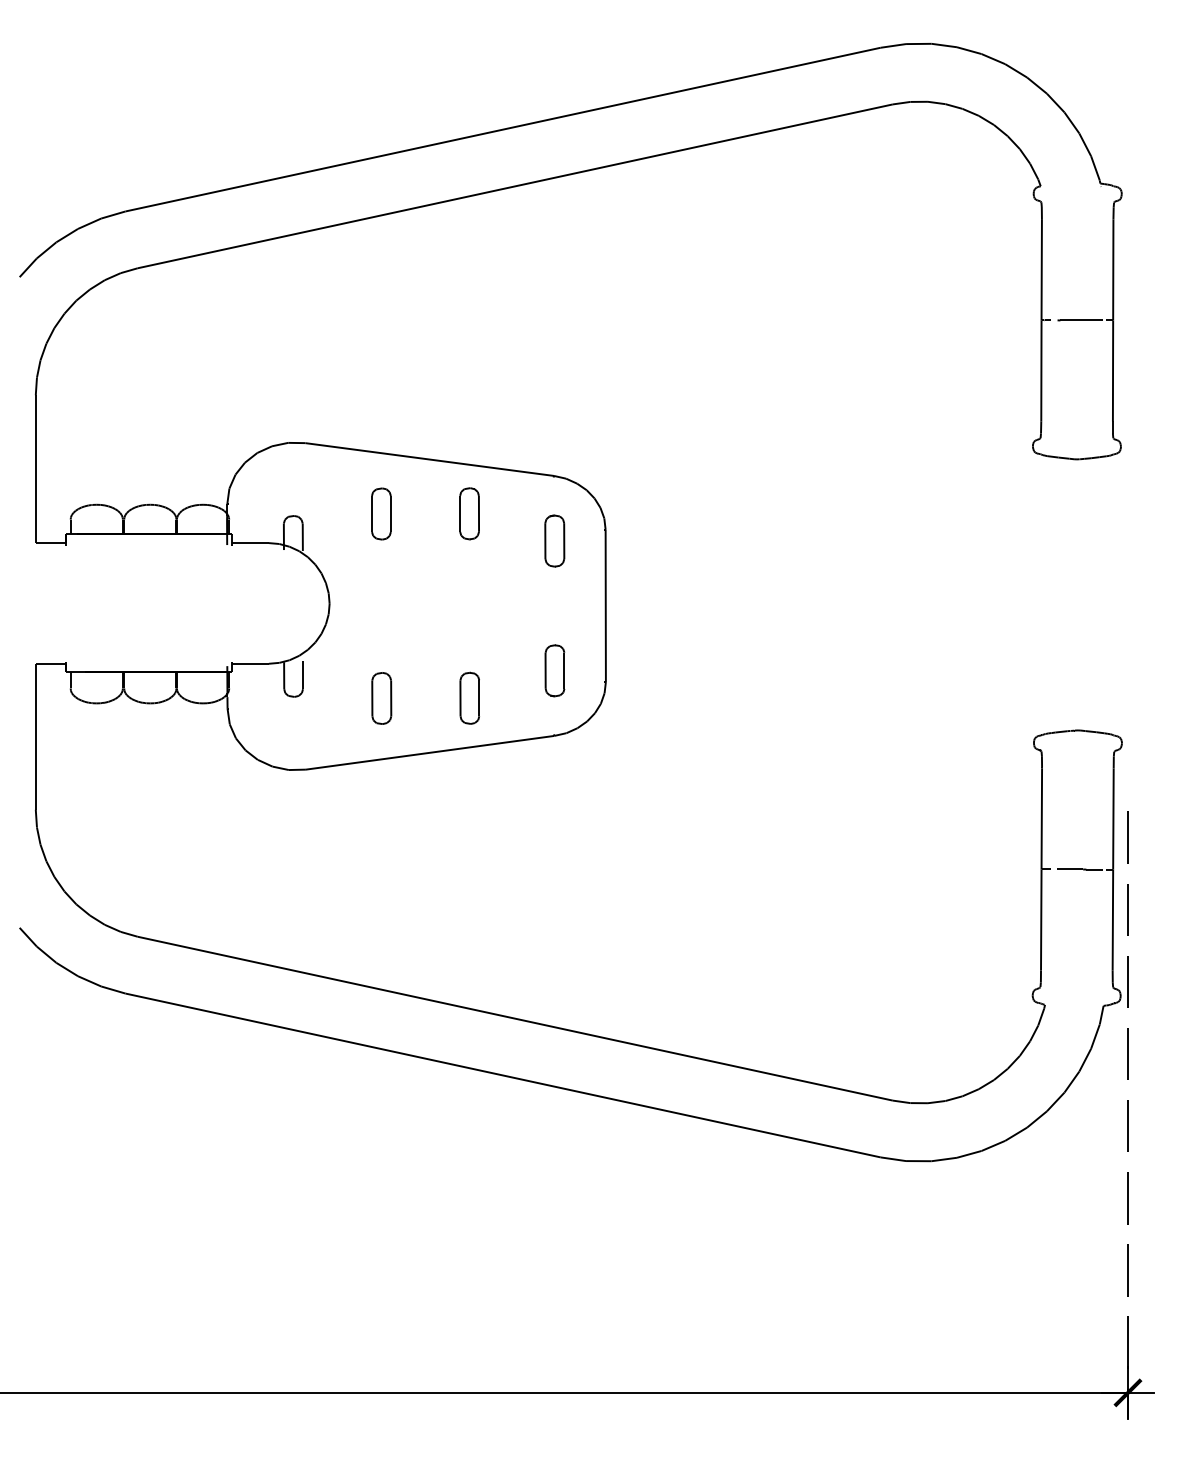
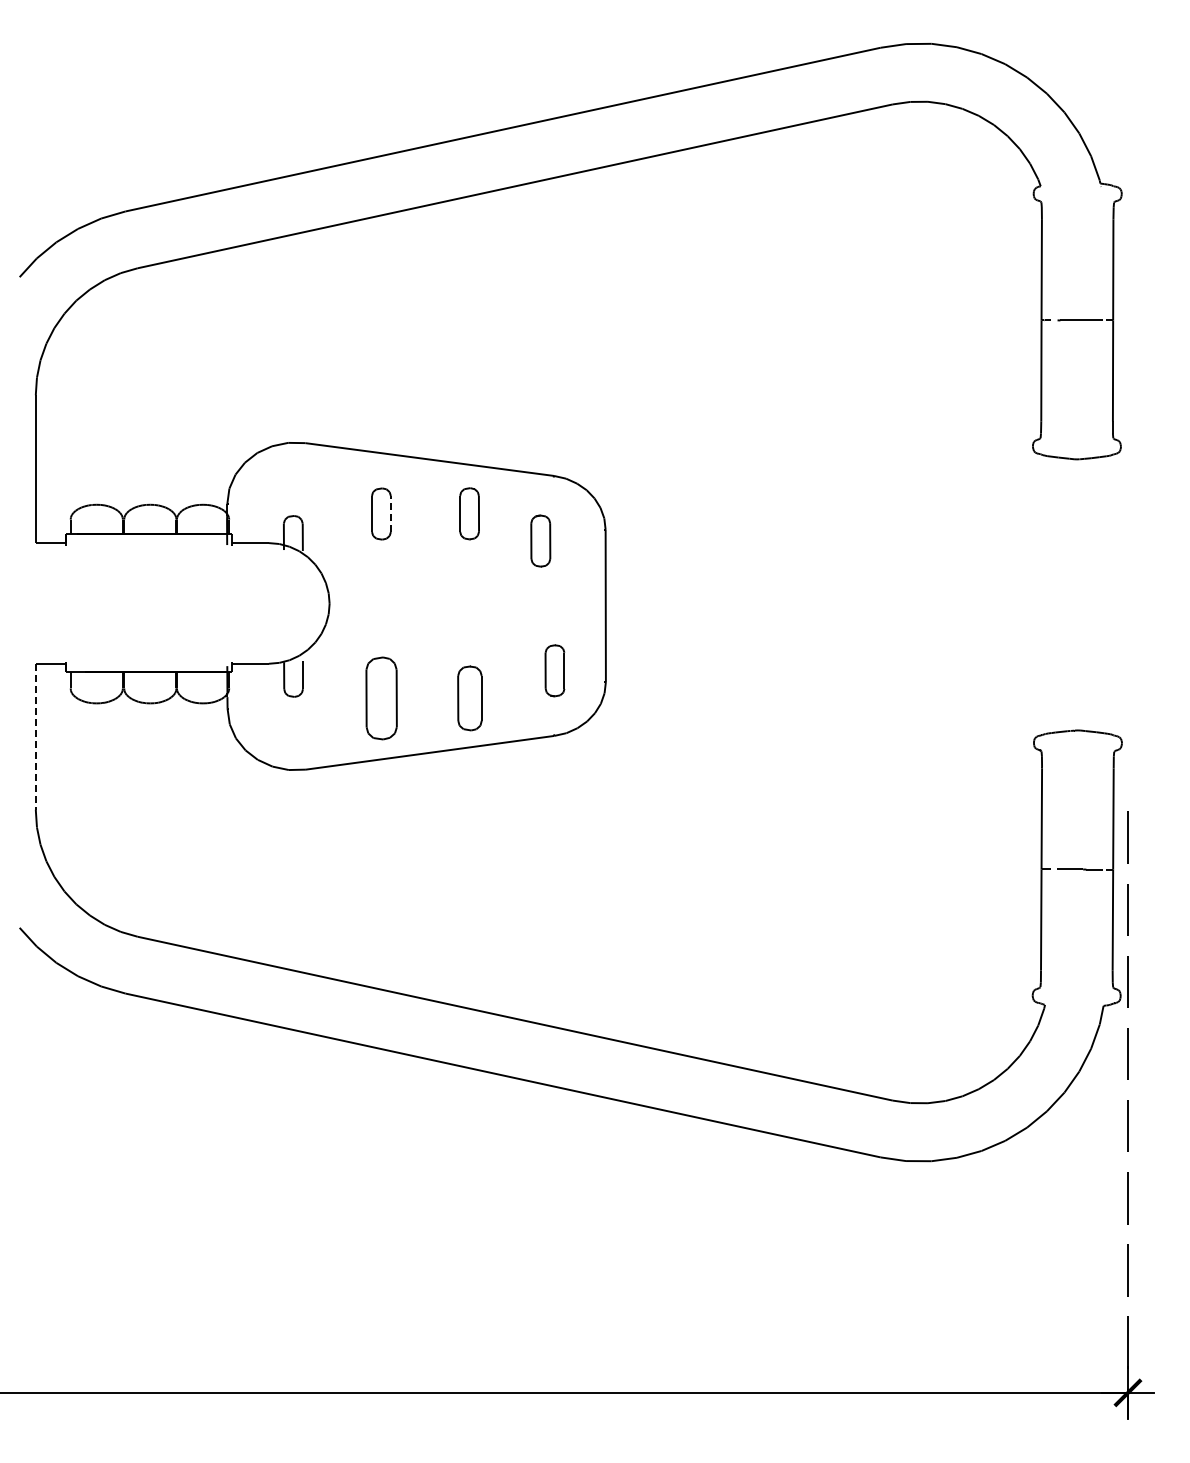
line at (390, 513): solid -> dashed
part at (554, 540) position: (554, 540) -> (540, 540)
part at (469, 697) size: 21x54 px -> 26x67 px
part at (381, 698) size: 22x53 px -> 33x85 px
line at (35, 737): solid -> dashed
